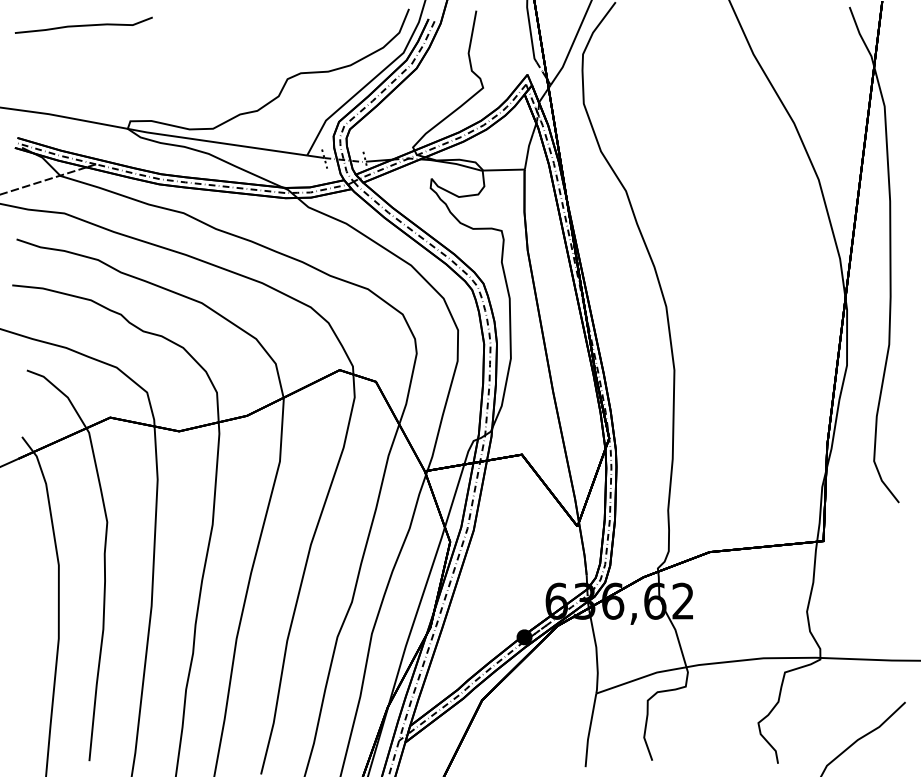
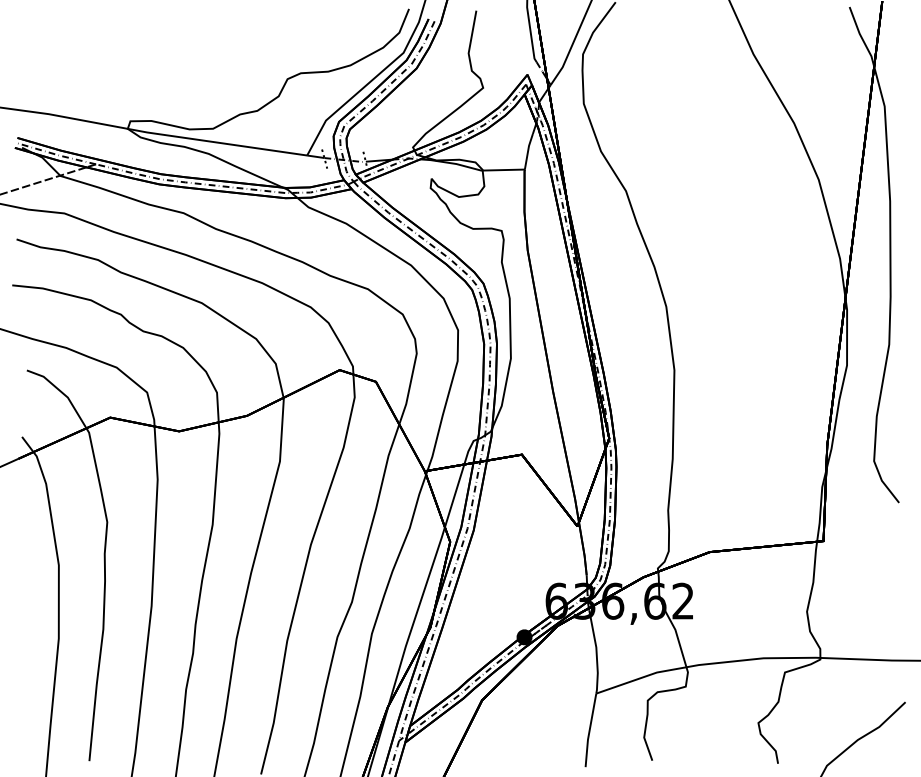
curve at (83, 24): present -> none
